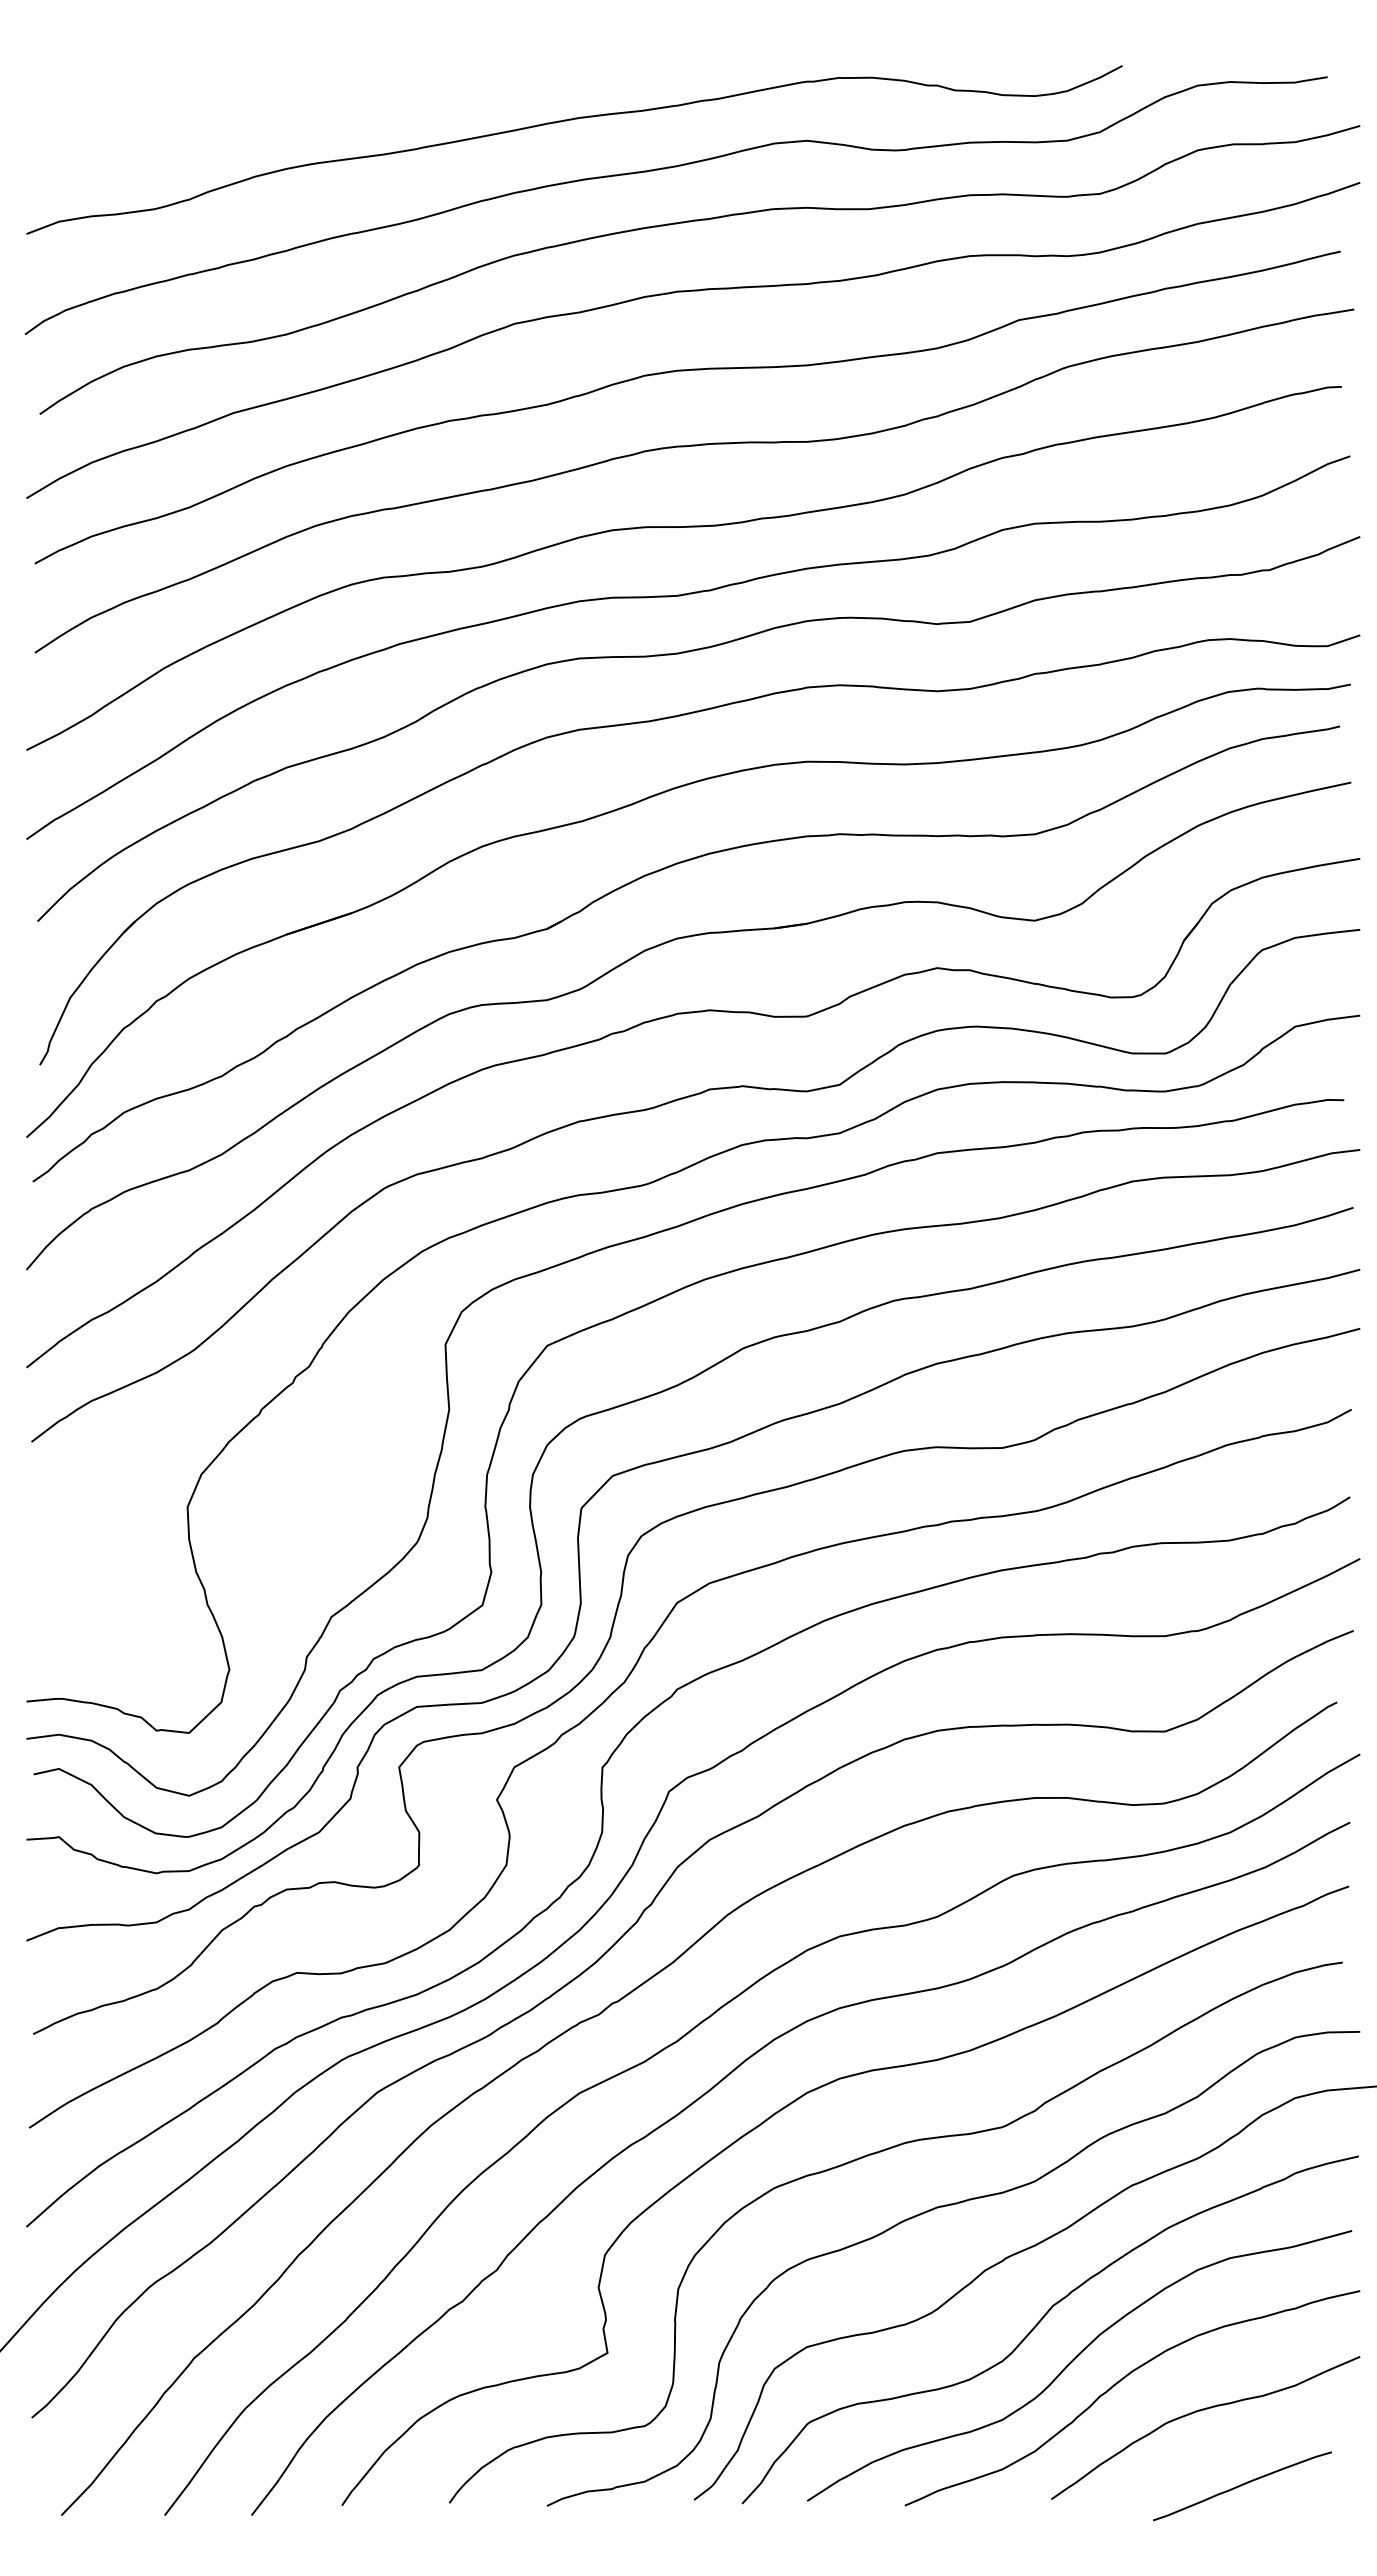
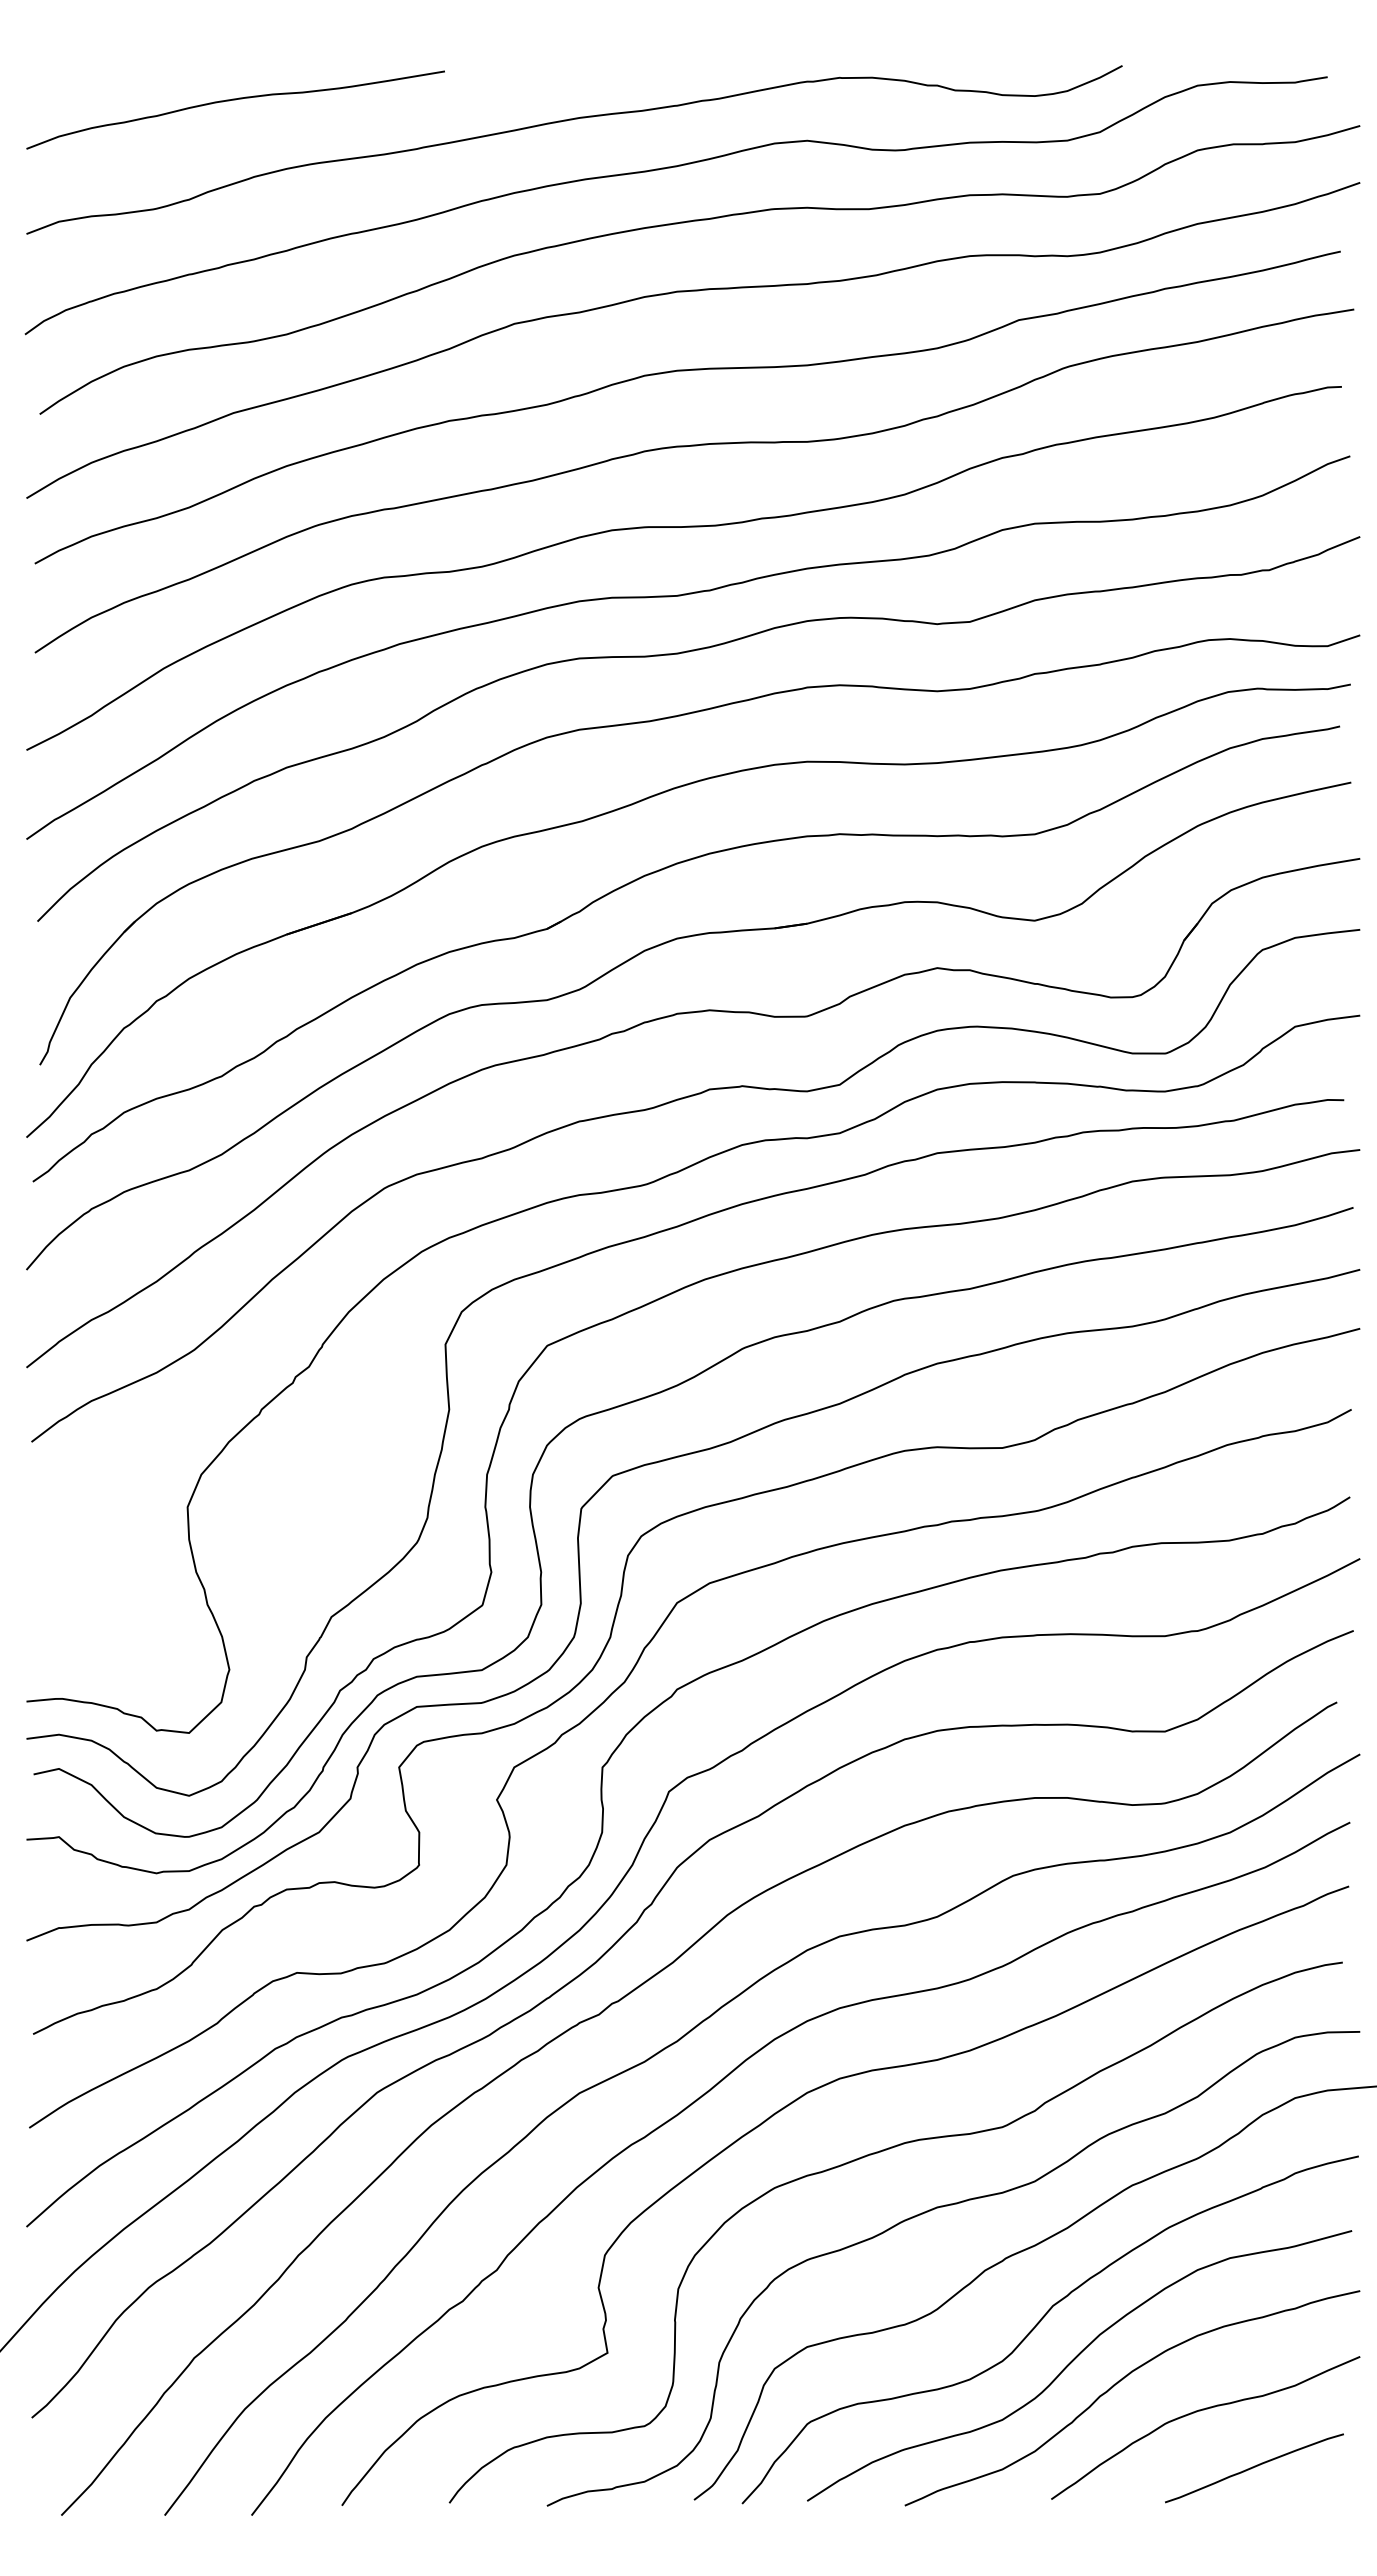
curve at (235, 100): none -> present
curve at (1242, 2485) position: (1242, 2485) -> (1254, 2467)
